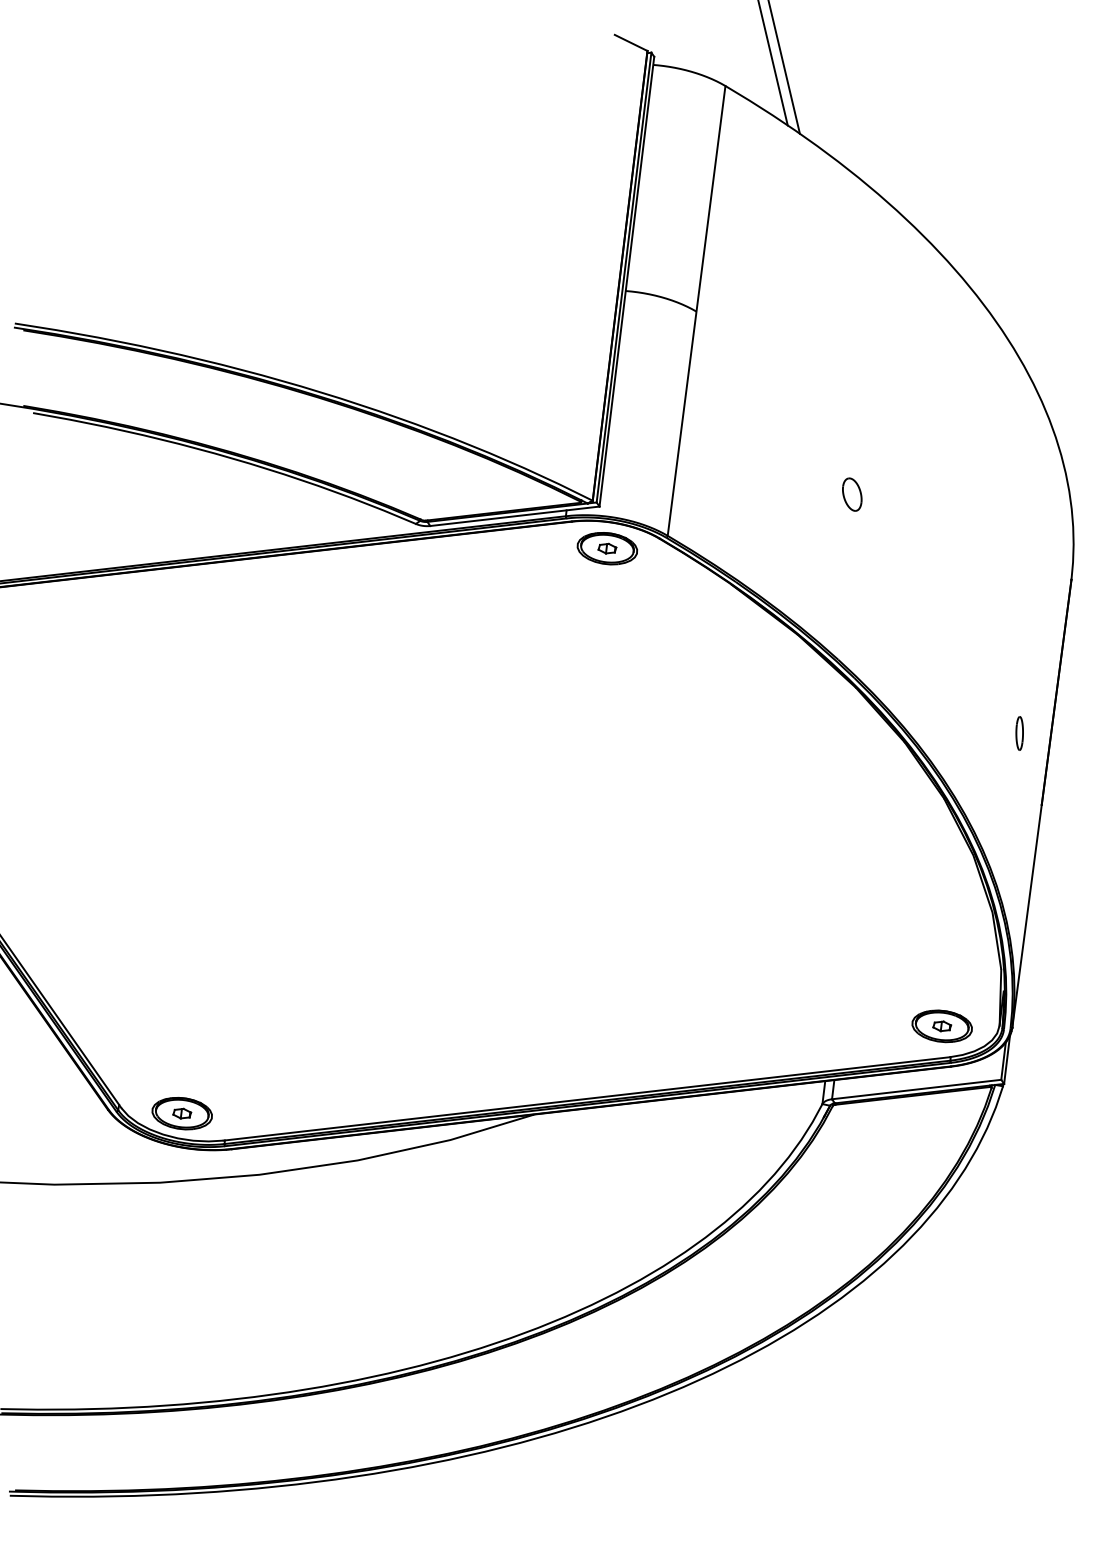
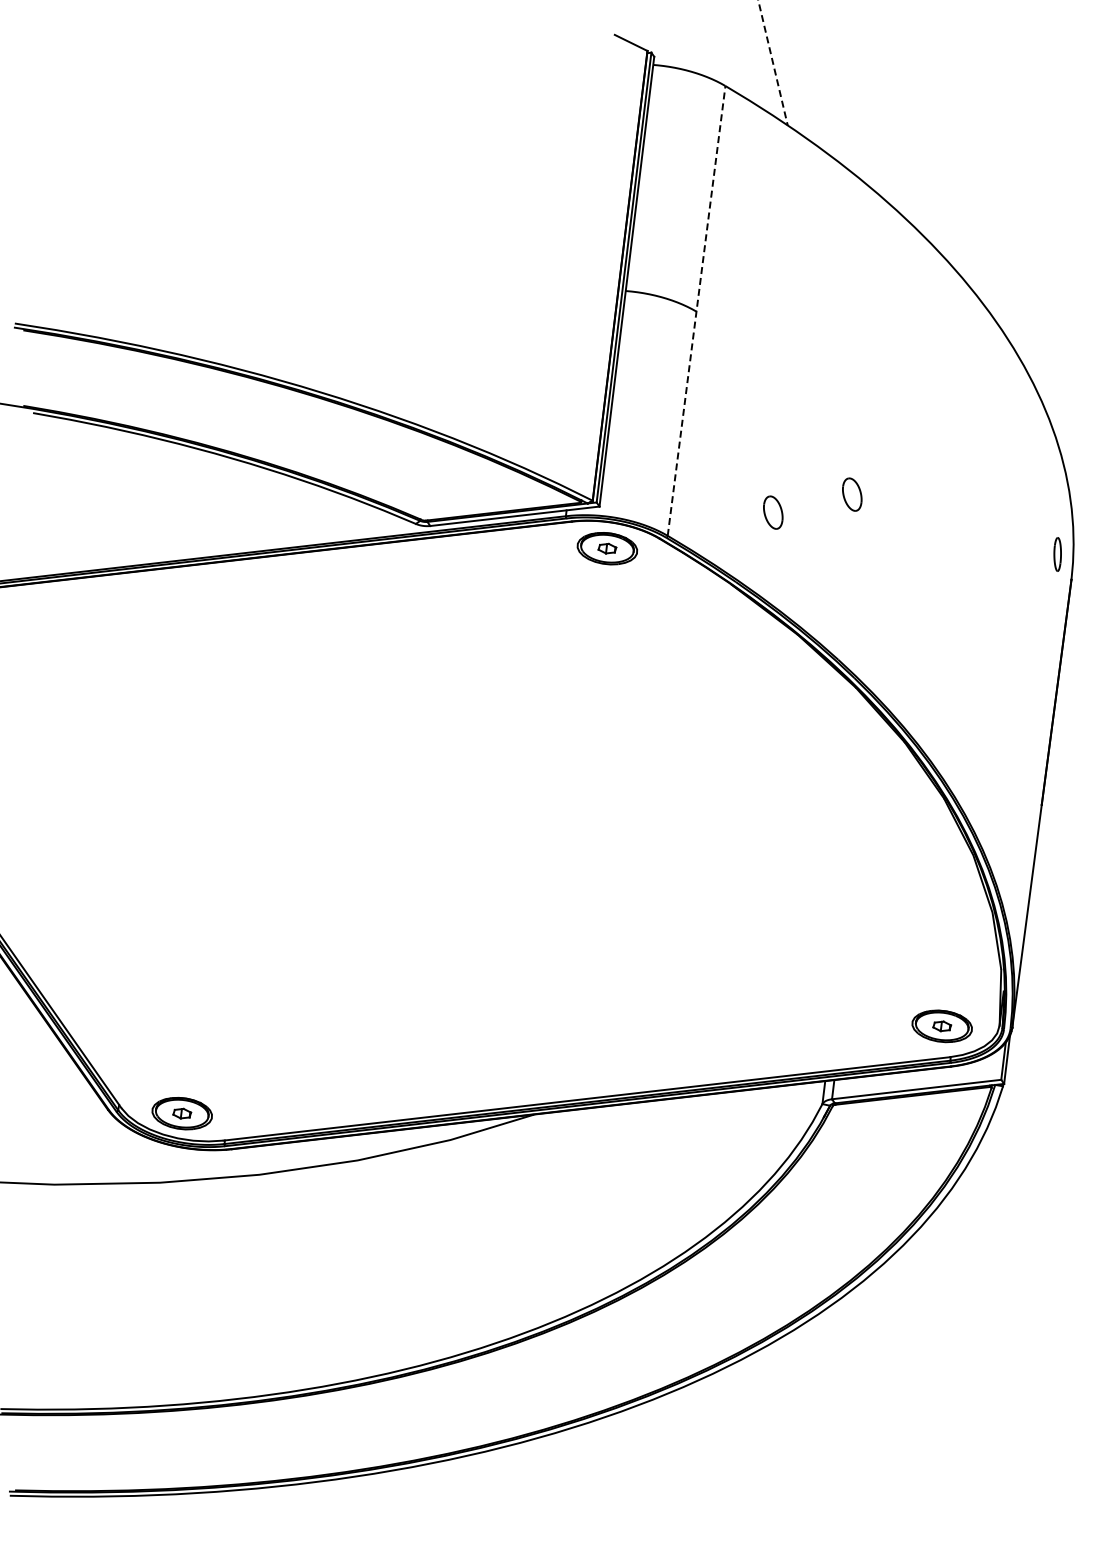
line at (773, 63): solid -> dashed
line at (783, 67): present -> none
line at (696, 310): solid -> dashed
part at (773, 512): none -> present
part at (1019, 733) position: (1019, 733) -> (1057, 554)
